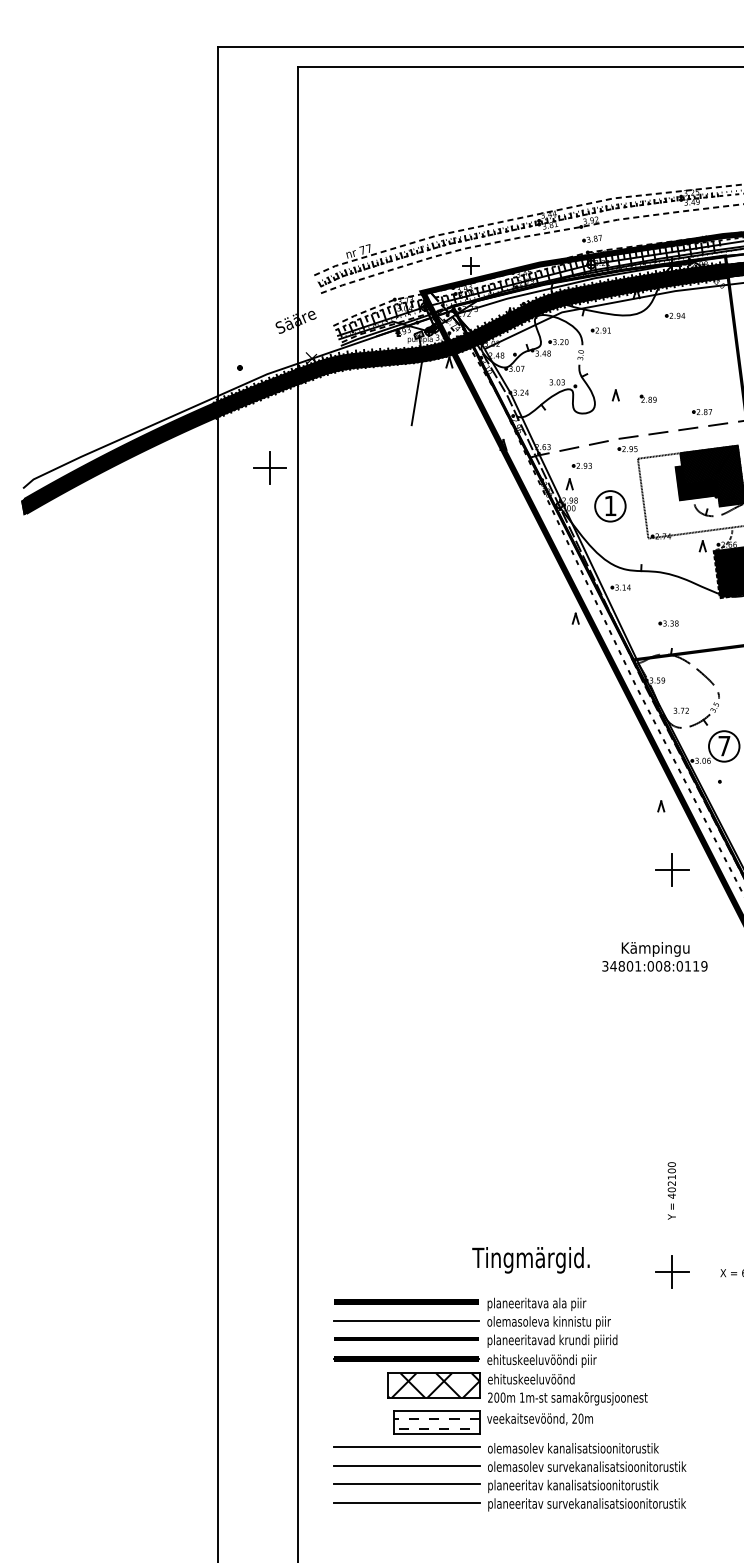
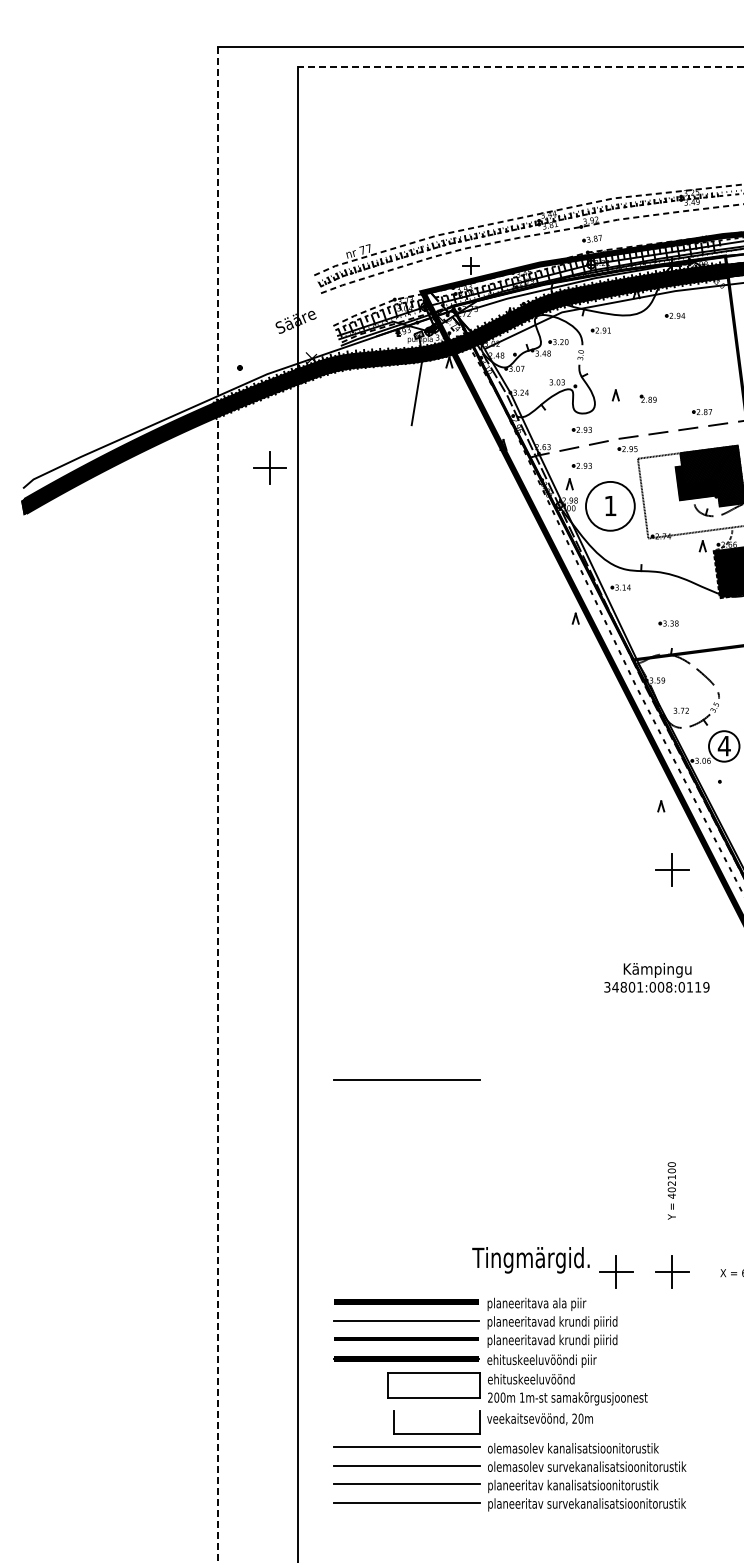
line at (520, 67): solid -> dashed
part at (581, 429): none -> present
circle at (610, 506) diameter: 31 px -> 49 px
text at (723, 746): 7 -> 4
line at (217, 804): solid -> dashed
text at (654, 956) position: (654, 956) -> (656, 977)
line at (406, 1079): none -> present
part at (616, 1271): none -> present
text at (552, 1322): olemasoleva kinnistu piir -> planeeritavad krundi piirid
hatch at (434, 1385): present -> none
line at (436, 1411): present -> none
hatch at (436, 1424): present -> none
